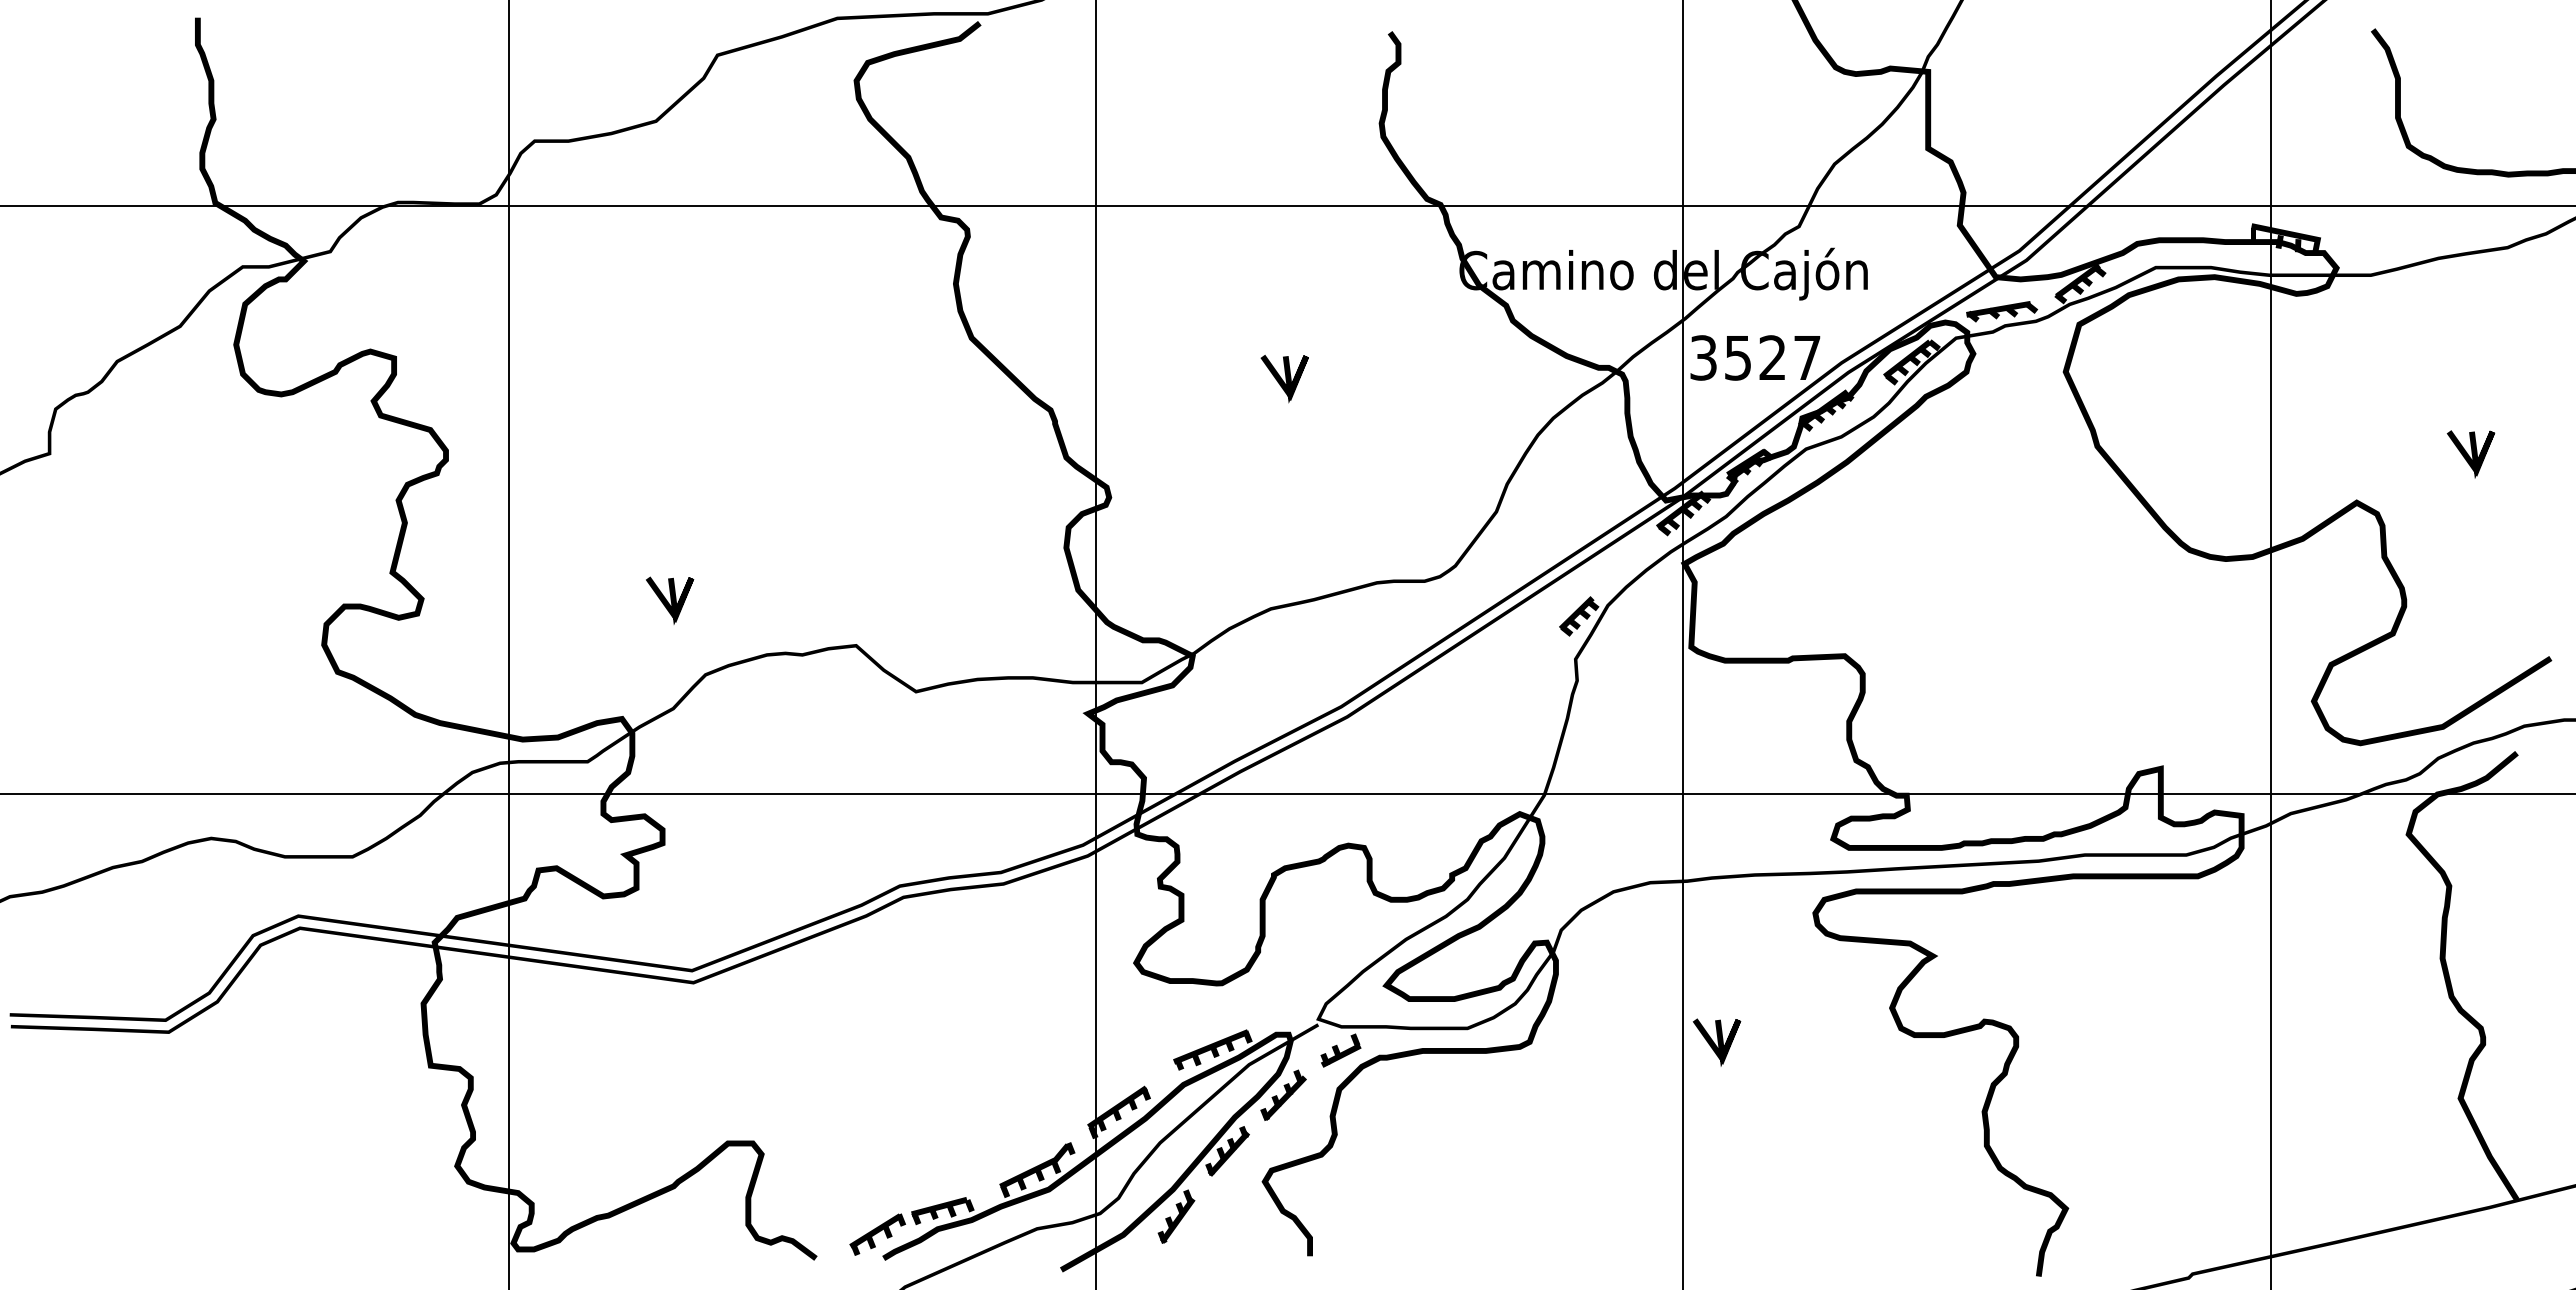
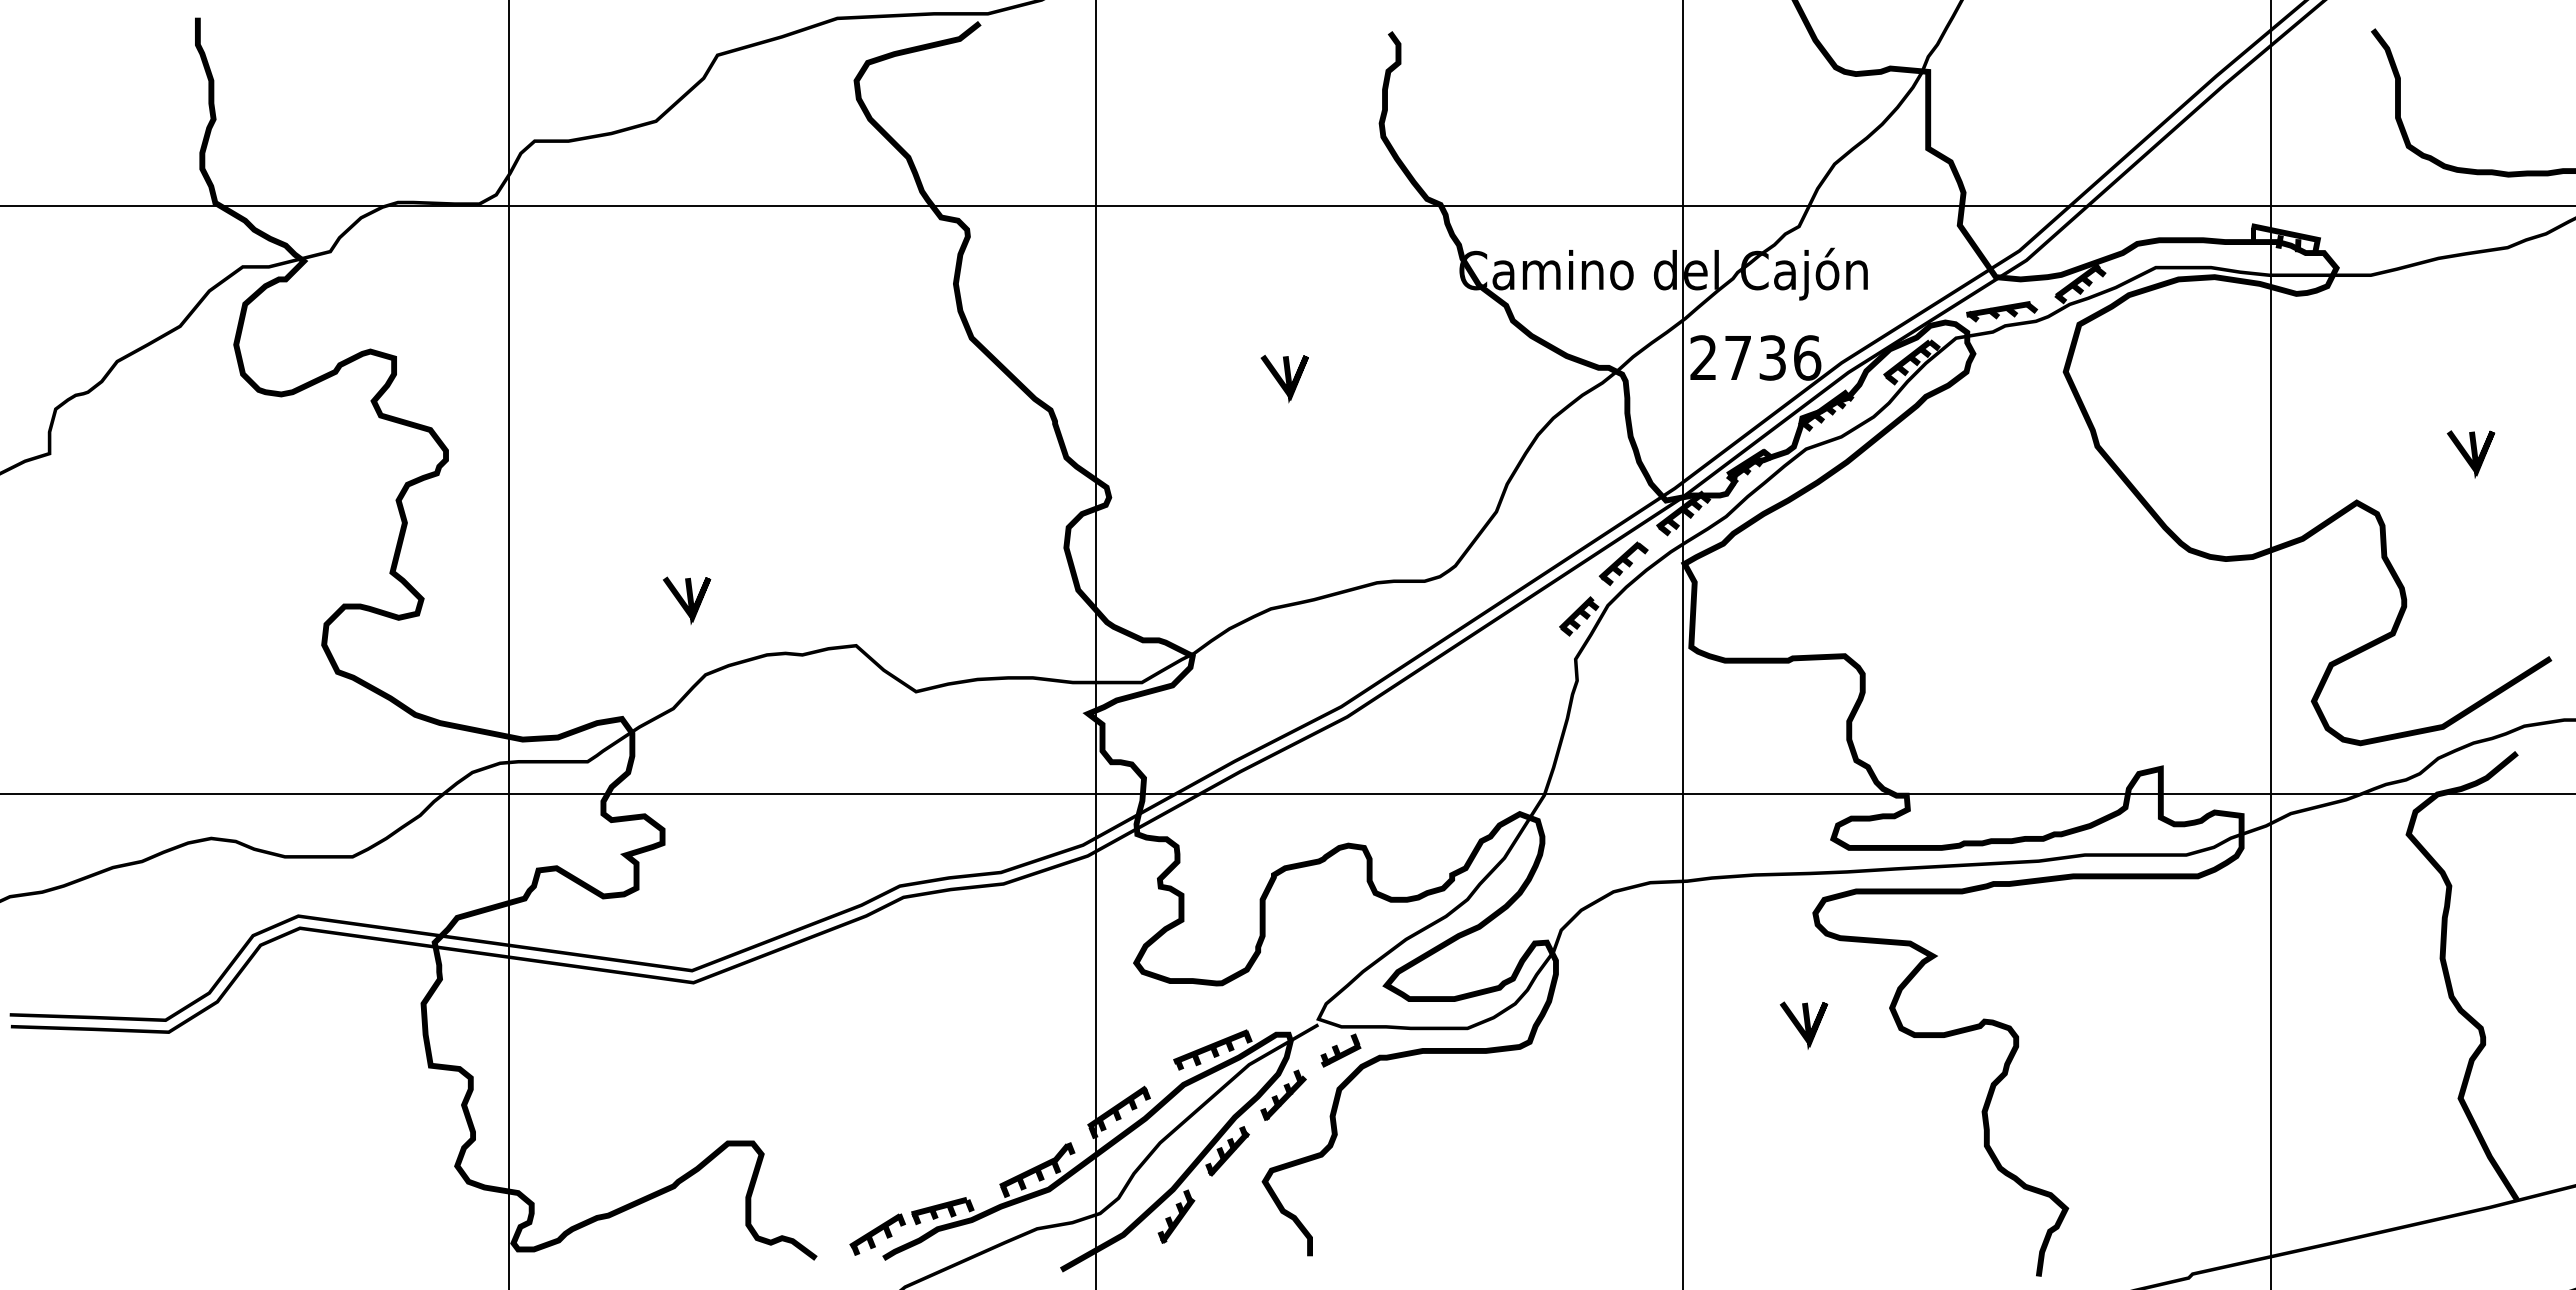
text at (1755, 357): 3527 -> 2736
part at (1623, 563): none -> present
line at (670, 600) position: (670, 600) -> (687, 600)
line at (1717, 1042) position: (1717, 1042) -> (1804, 1025)
